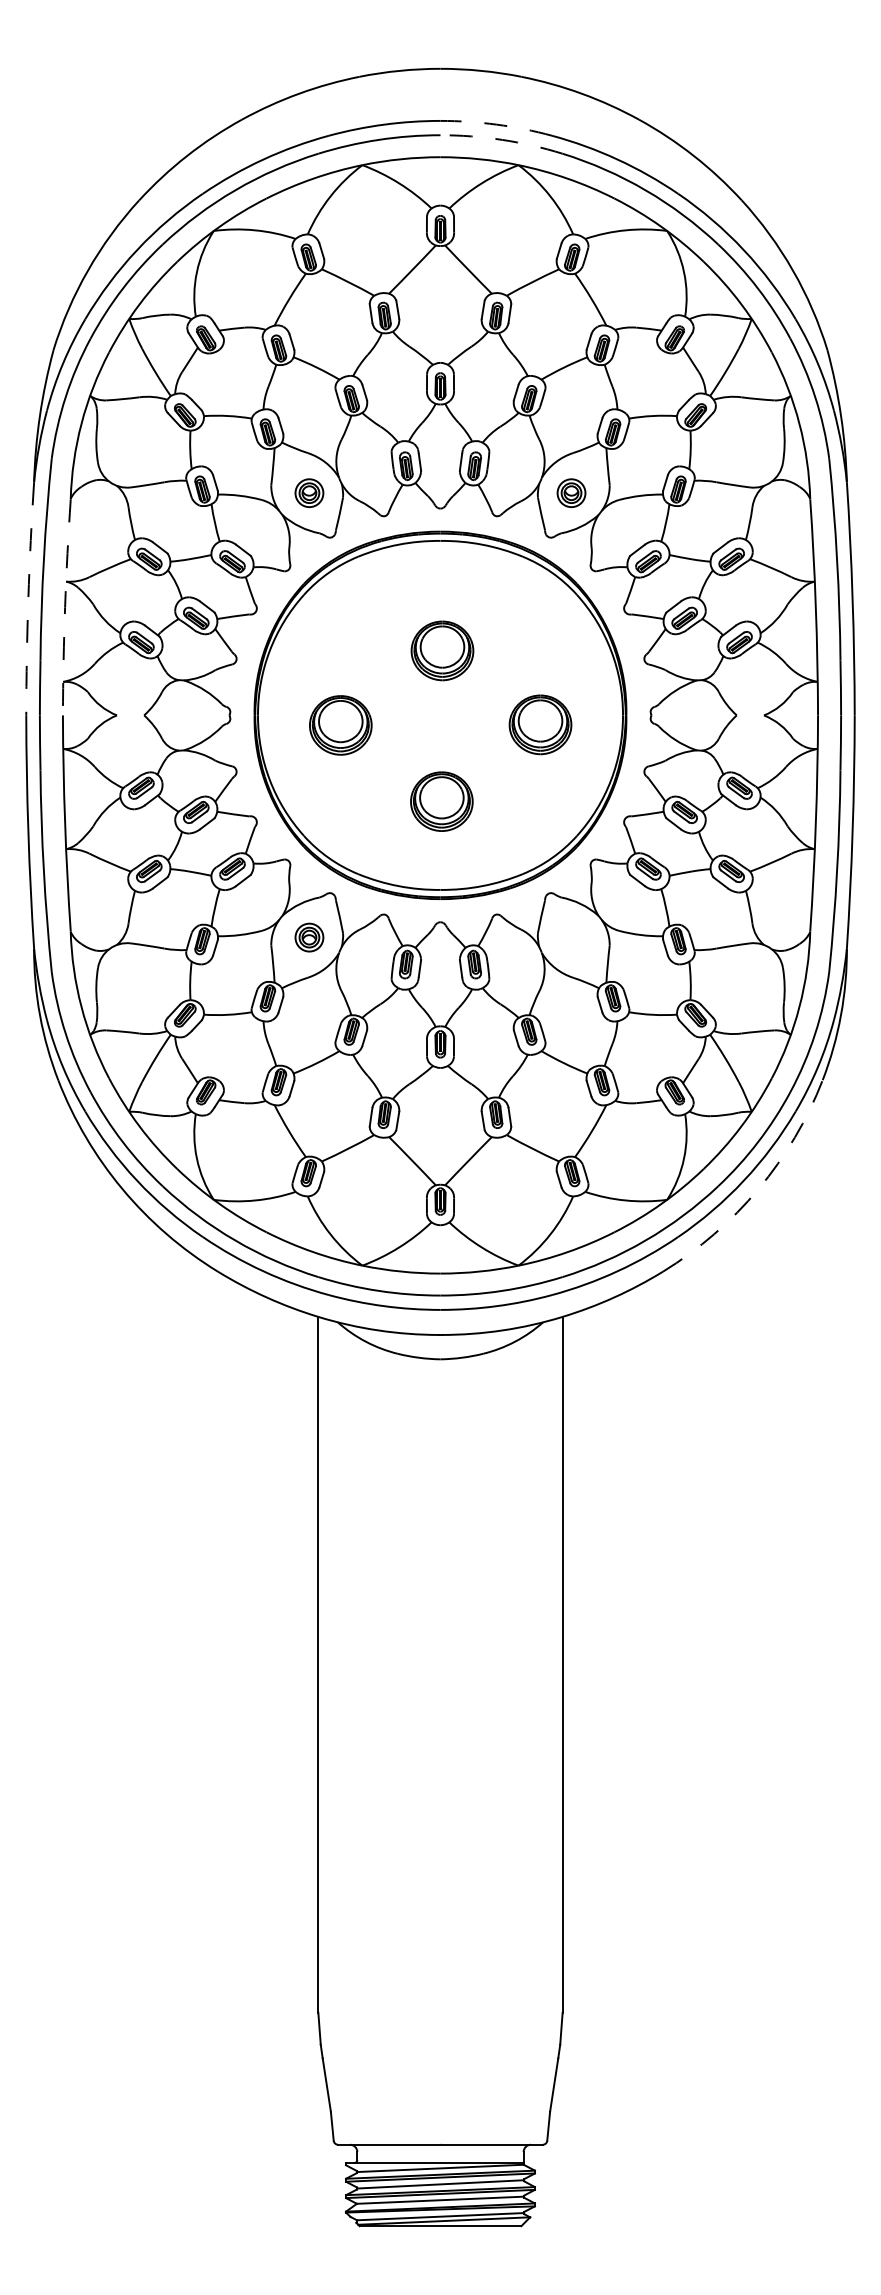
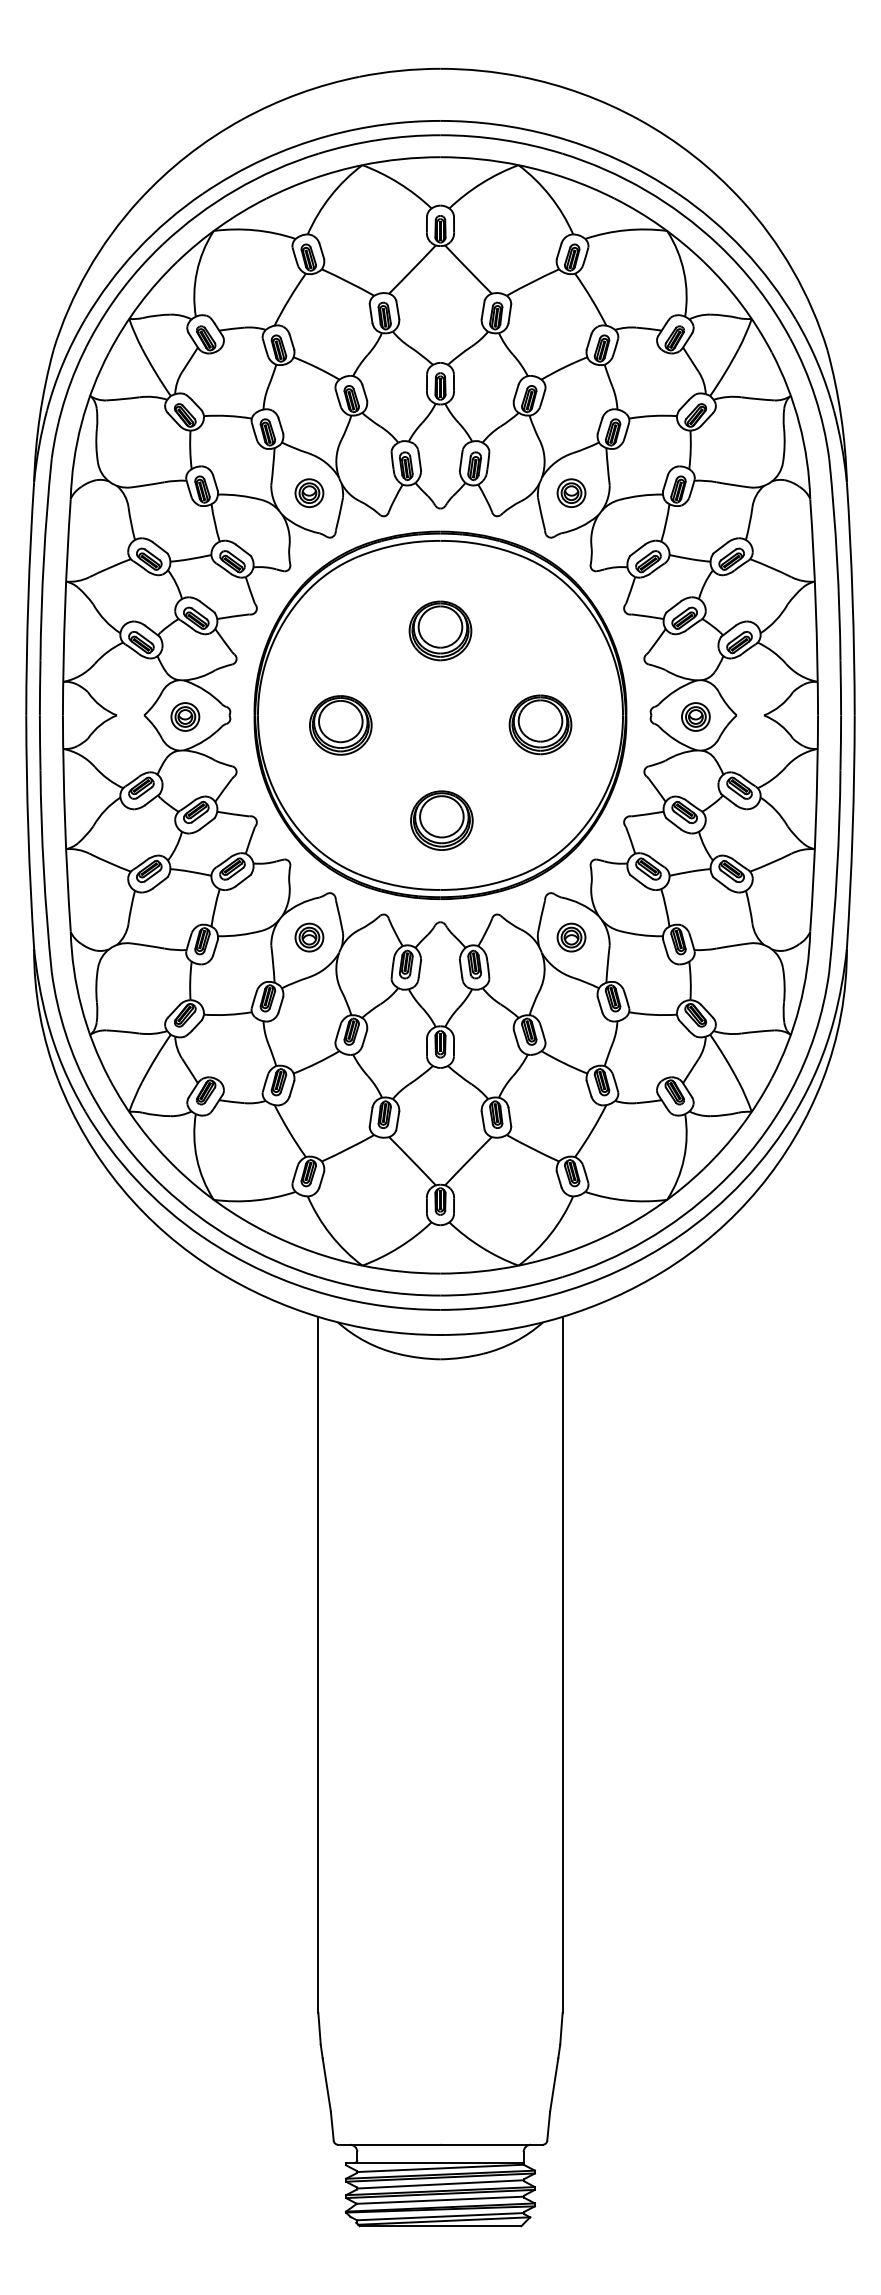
arc at (496, 124): dashed -> solid
arc at (502, 139): dashed -> solid
arc at (28, 598): dashed -> solid
arc at (65, 607): dashed -> solid
part at (442, 650) position: (442, 650) -> (440, 630)
part at (185, 716): none -> present
part at (695, 716): none -> present
part at (441, 801) position: (441, 801) -> (441, 820)
part at (571, 937): none -> present
arc at (758, 1189): dashed -> solid
